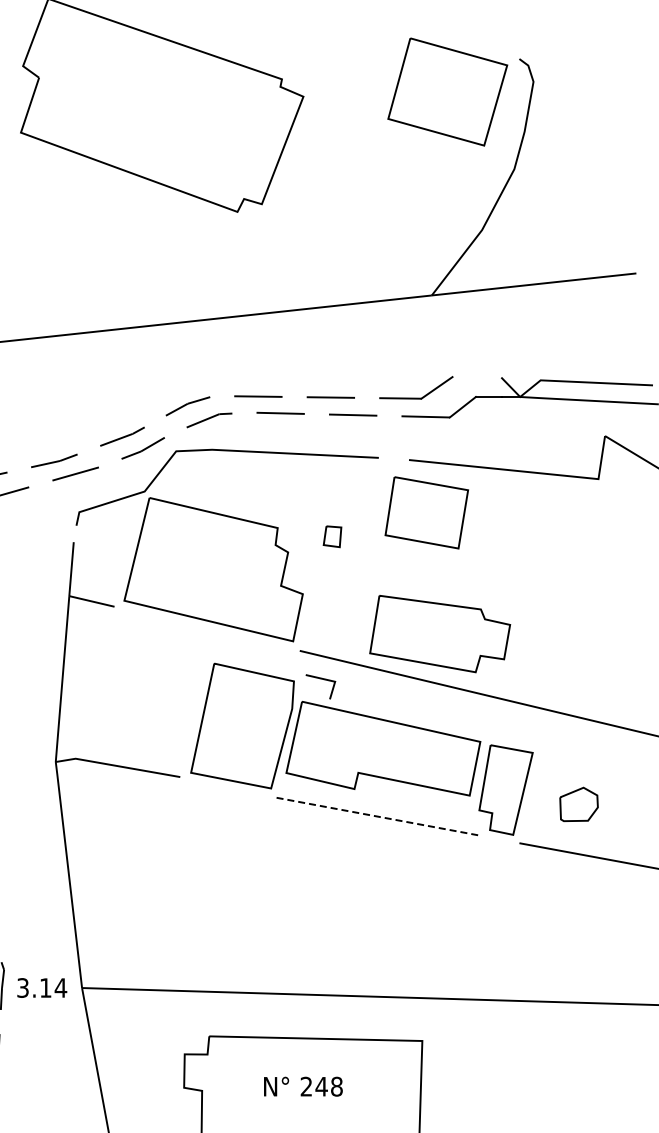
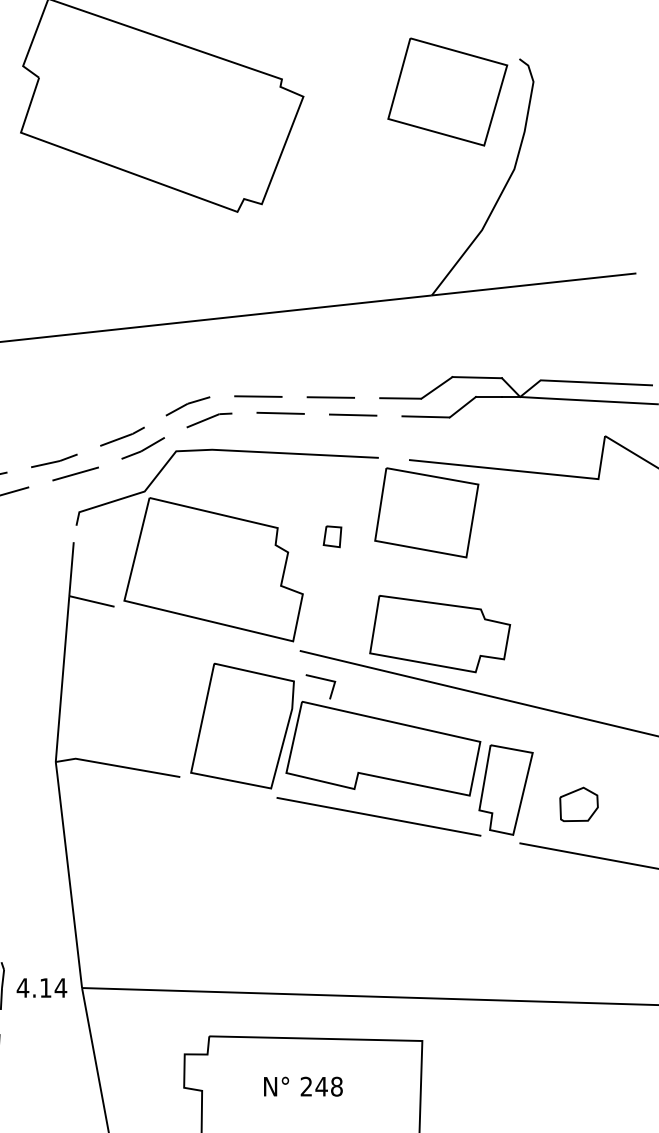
line at (477, 377): none -> present
part at (426, 512) size: 85x74 px -> 106x92 px
line at (379, 816): dashed -> solid
text at (22, 987): 3.14 -> 4.14
